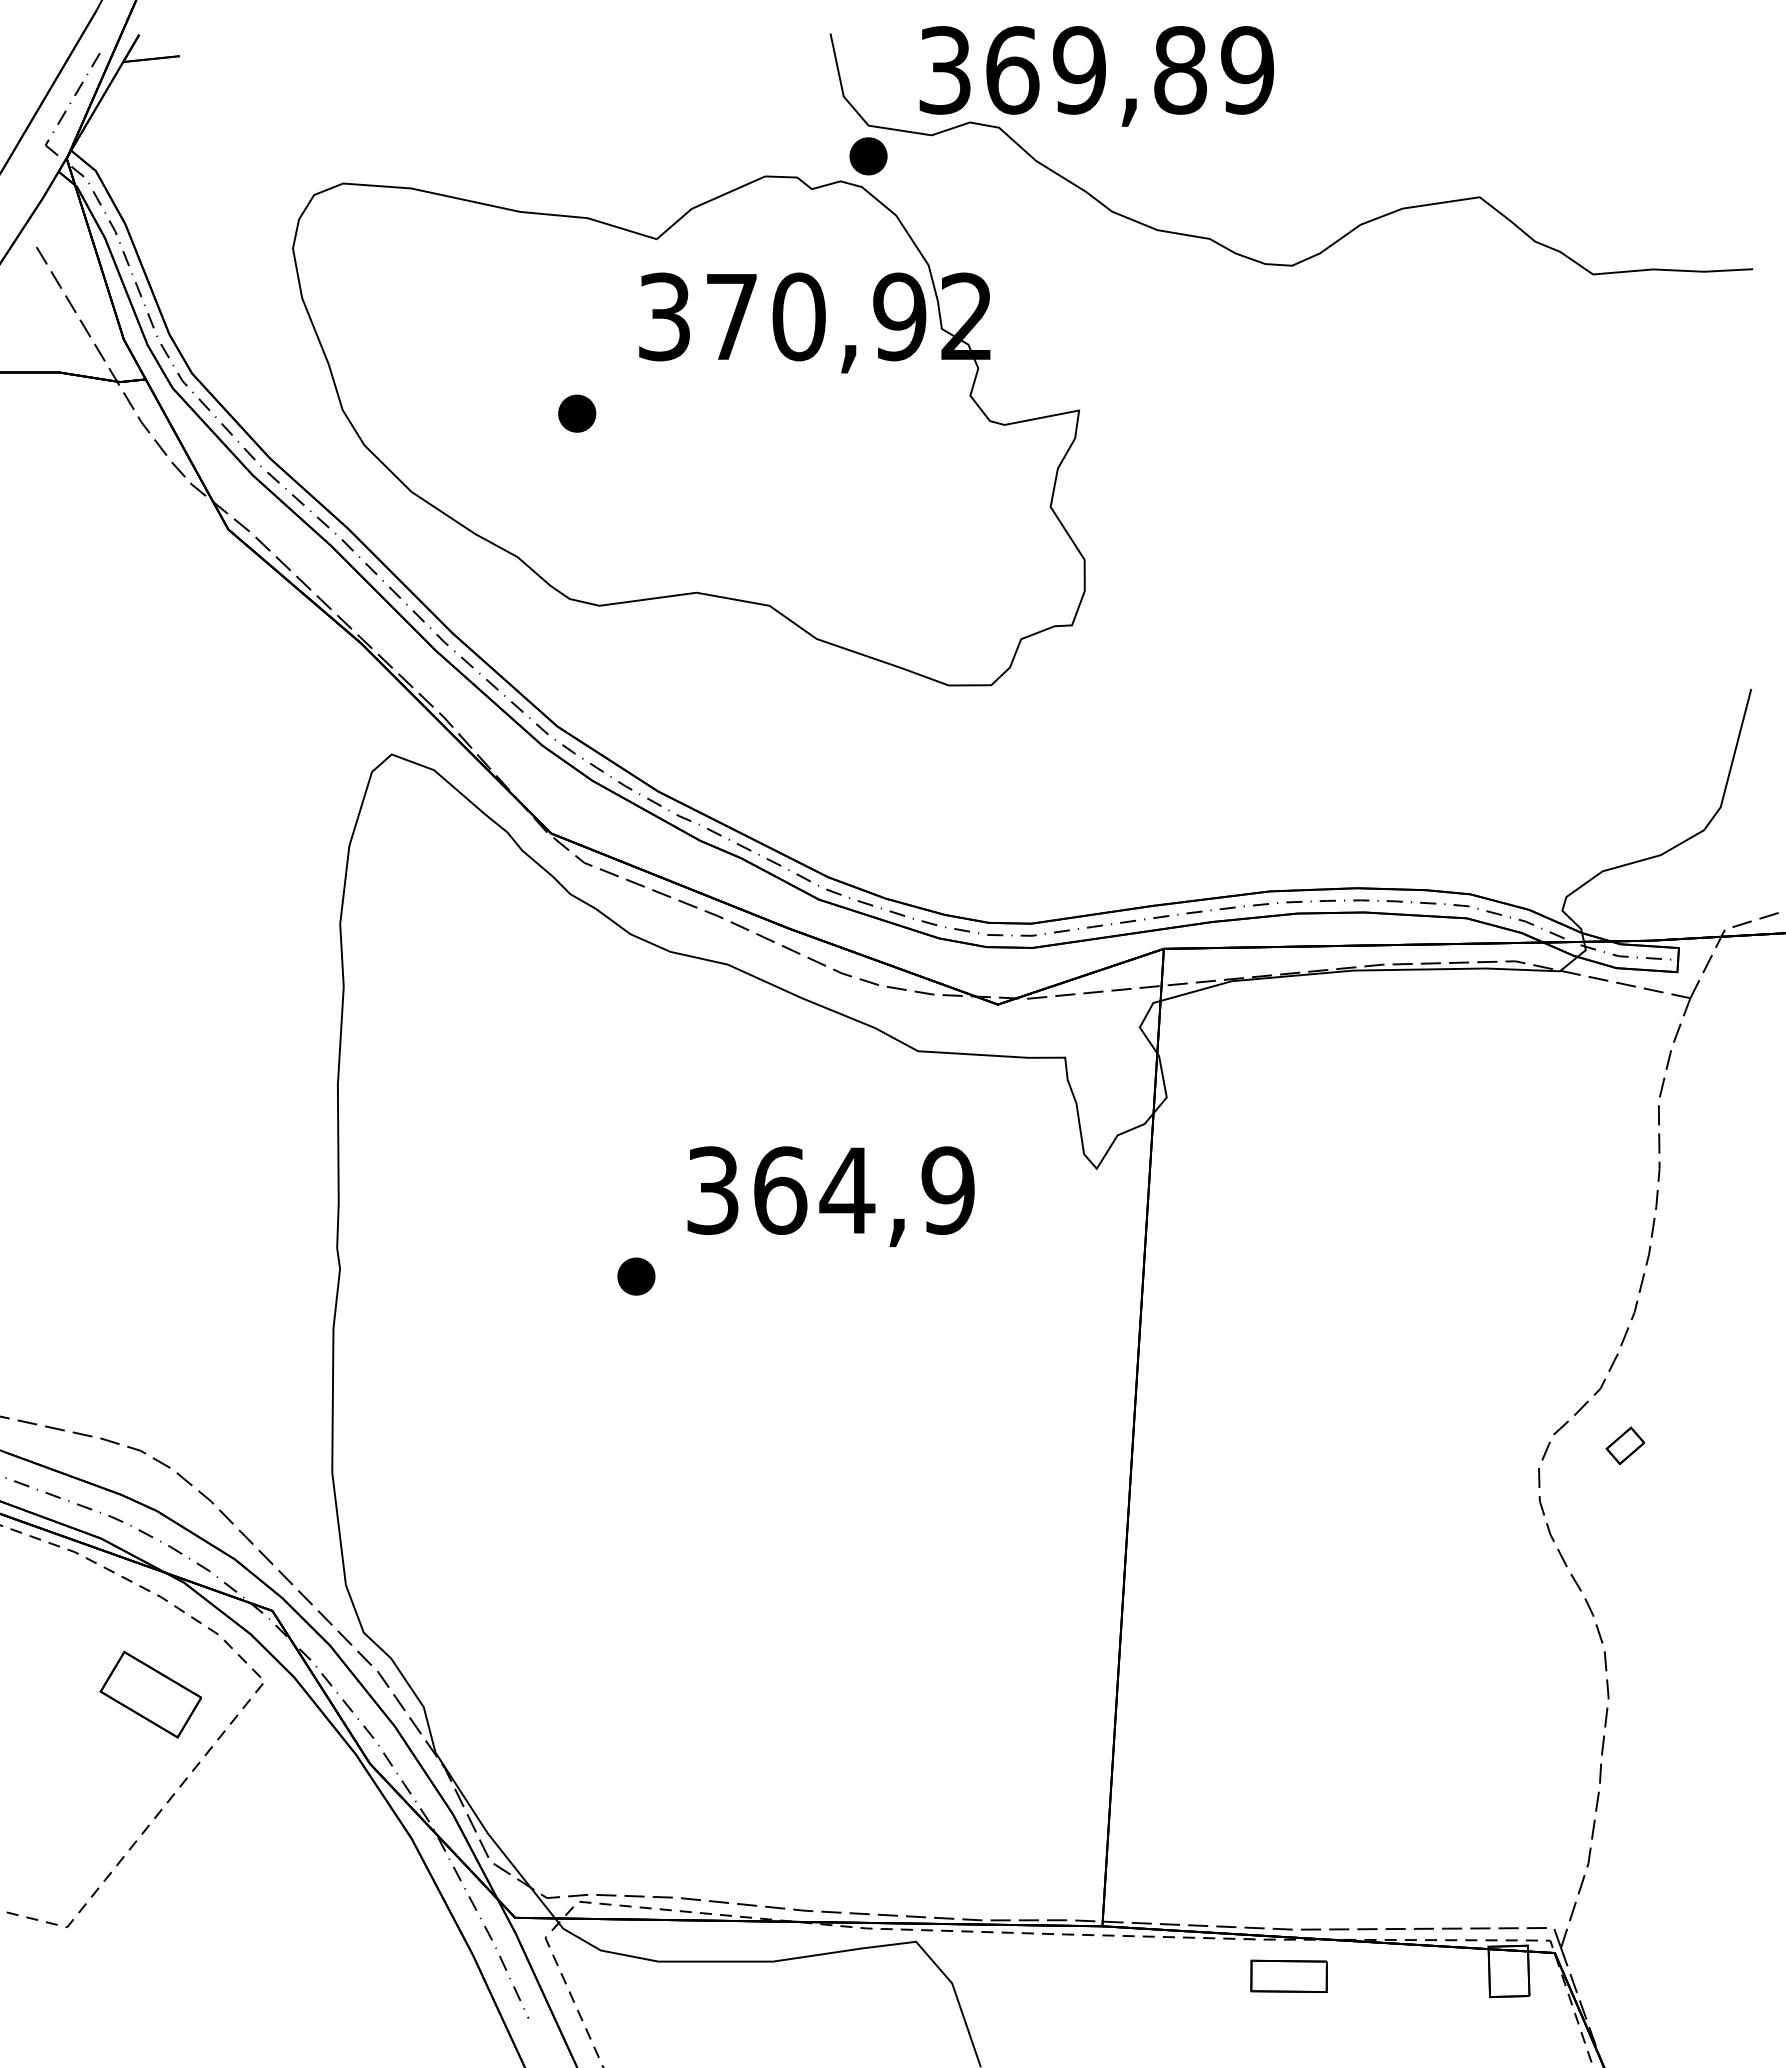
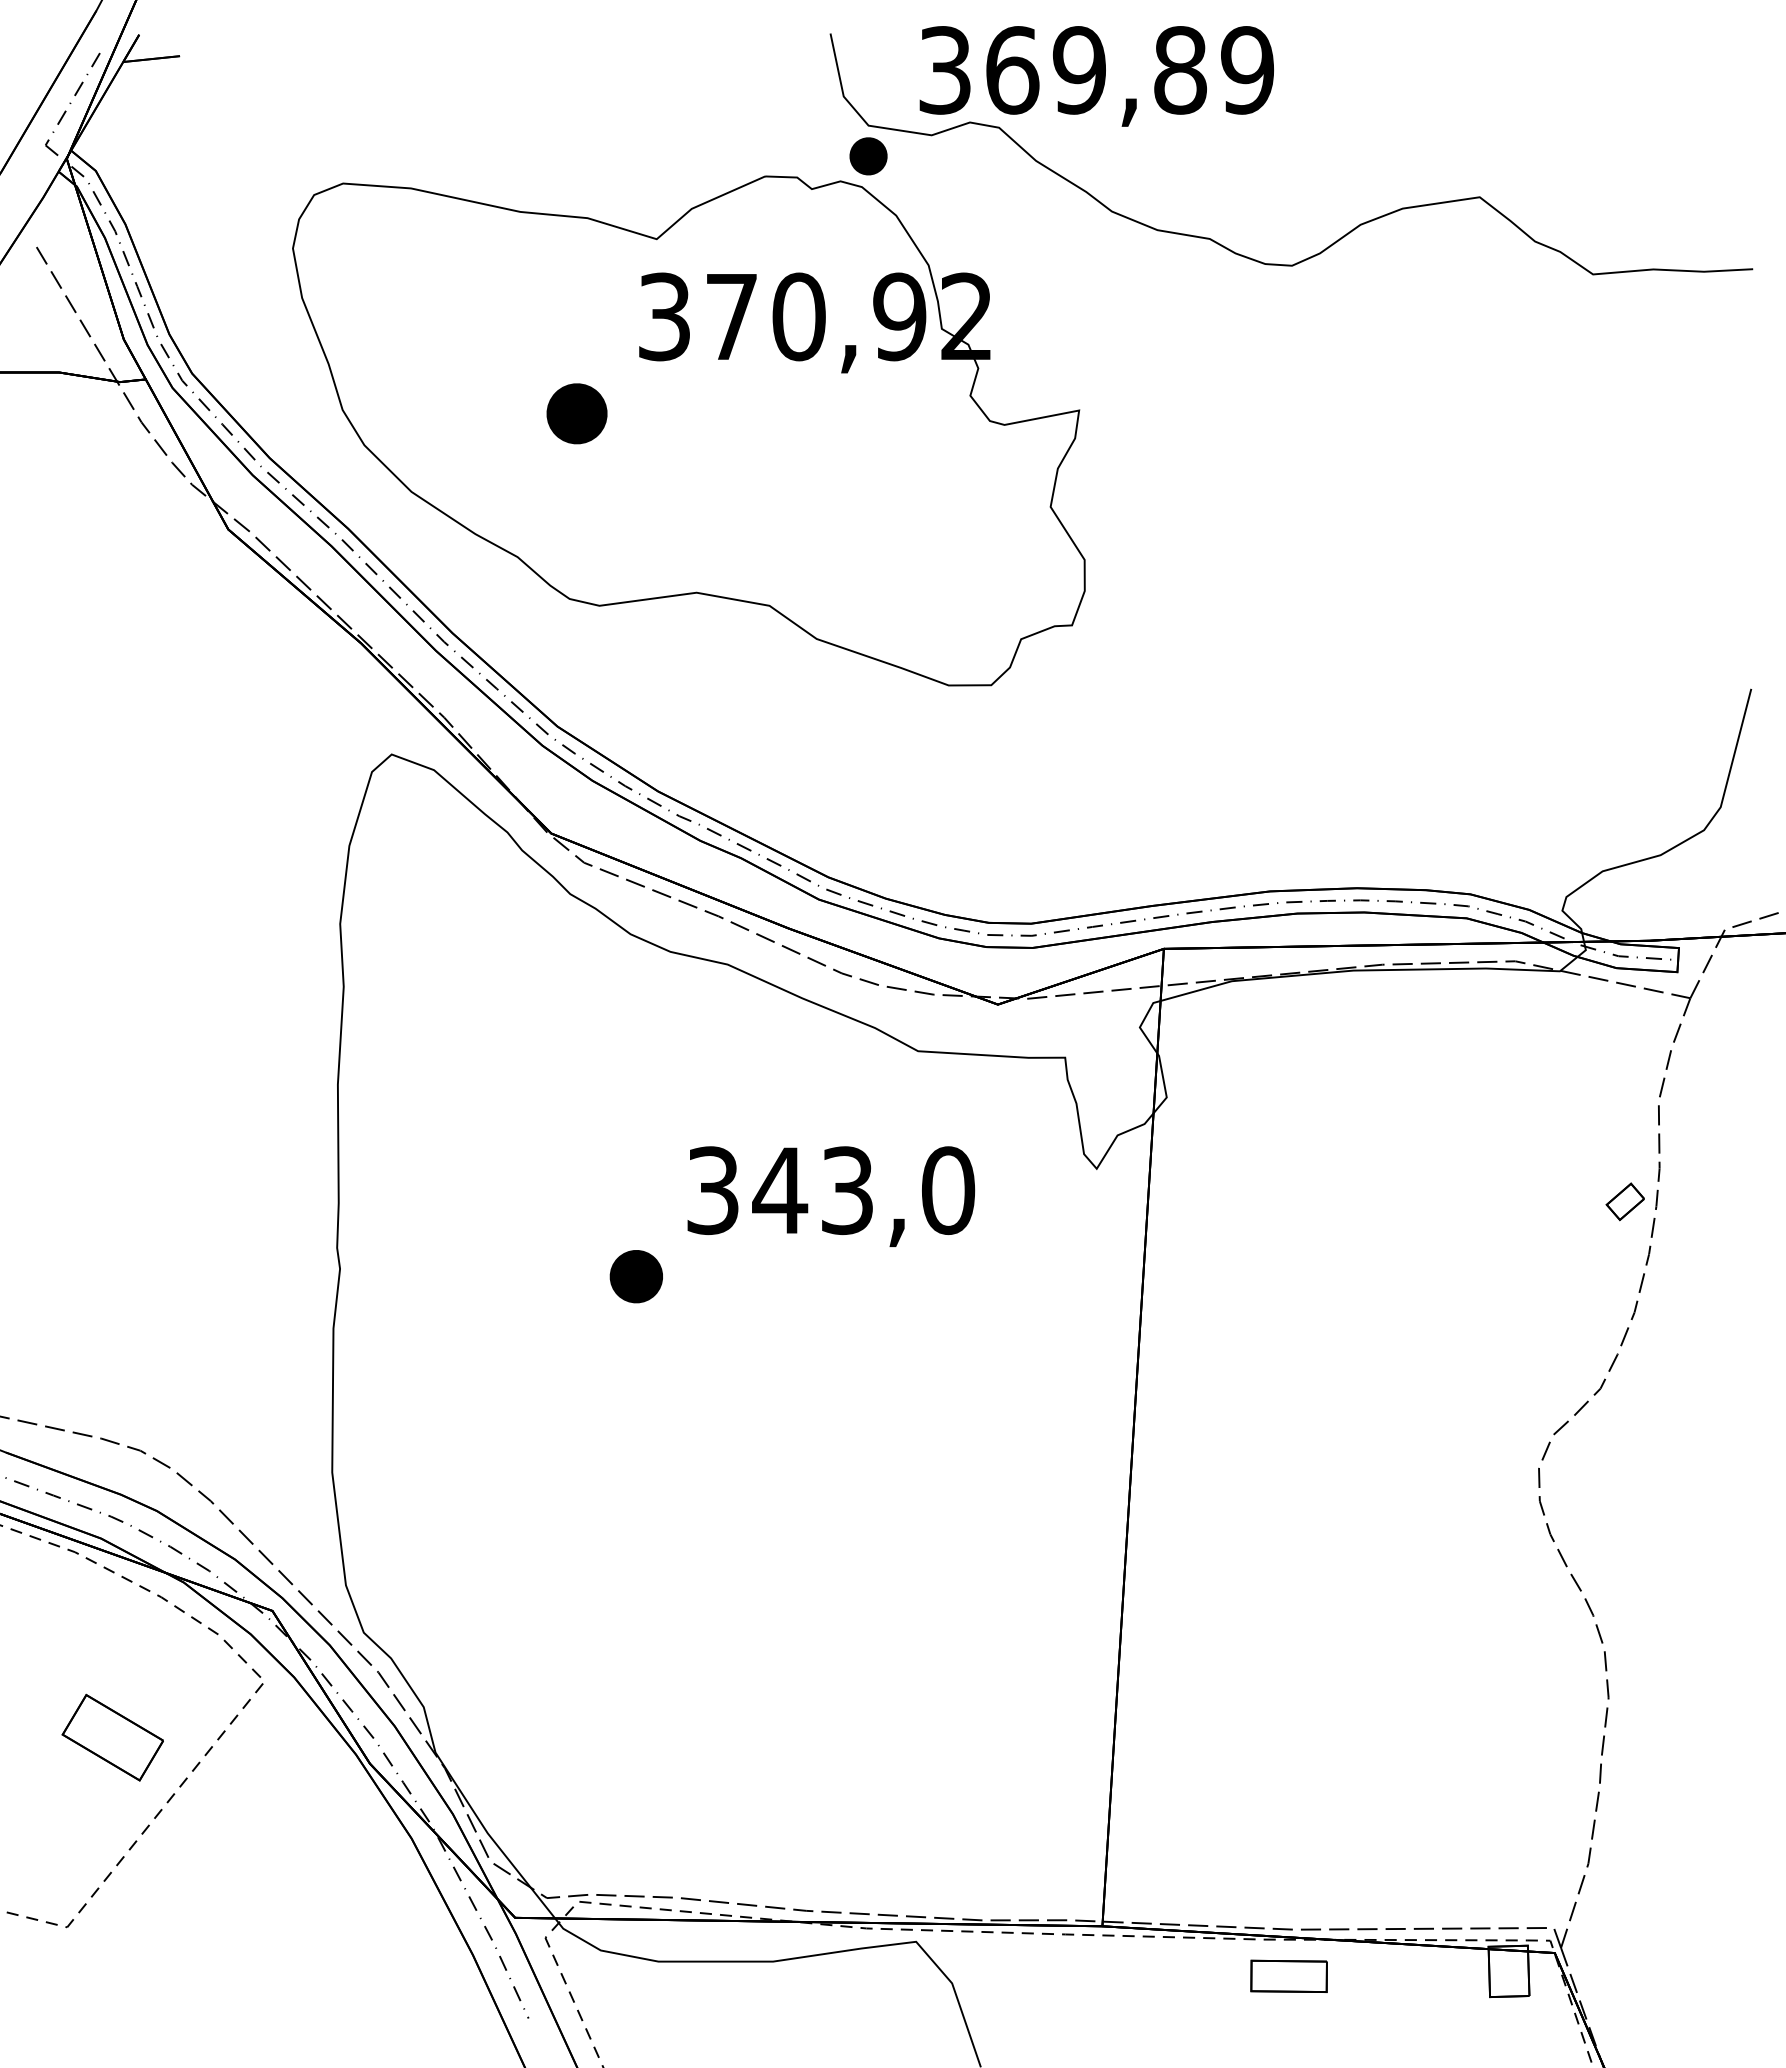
part at (577, 413) size: 39x39 px -> 62x62 px
text at (863, 1190): 364,9 -> 343,0
part at (636, 1276) size: 39x39 px -> 54x54 px
part at (1624, 1445) position: (1624, 1445) -> (1624, 1201)
part at (150, 1694) position: (150, 1694) -> (112, 1737)
